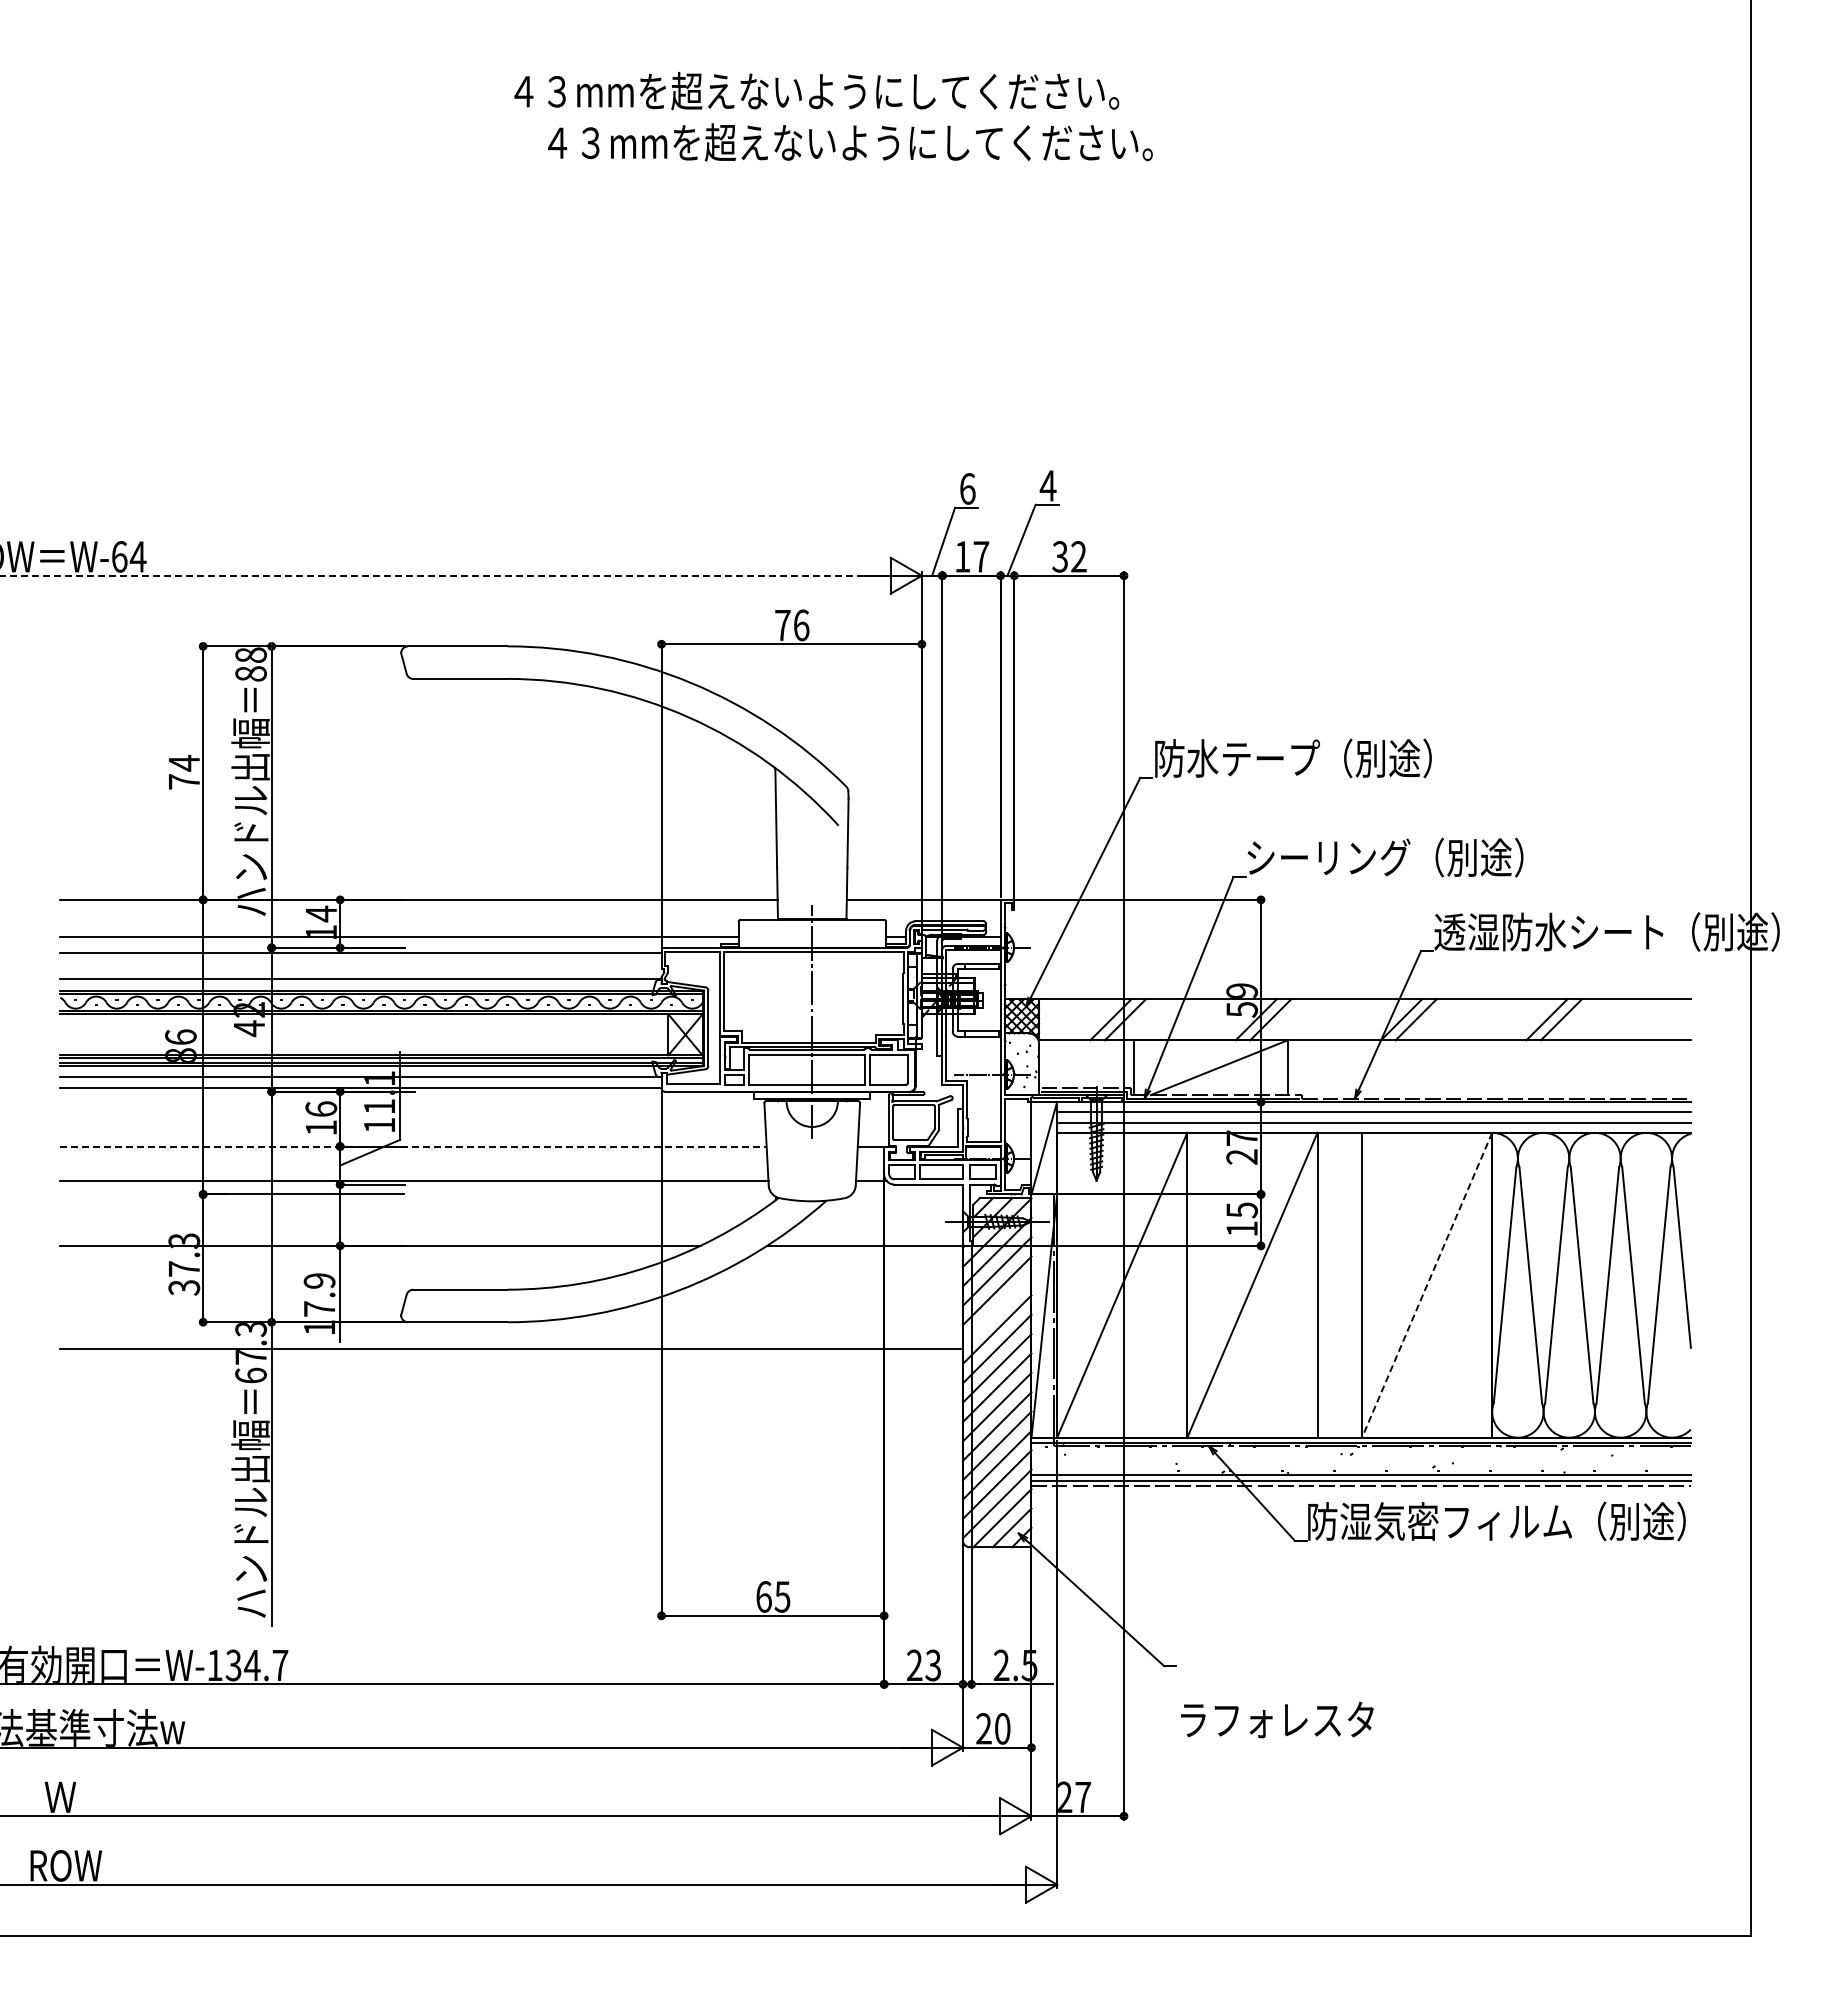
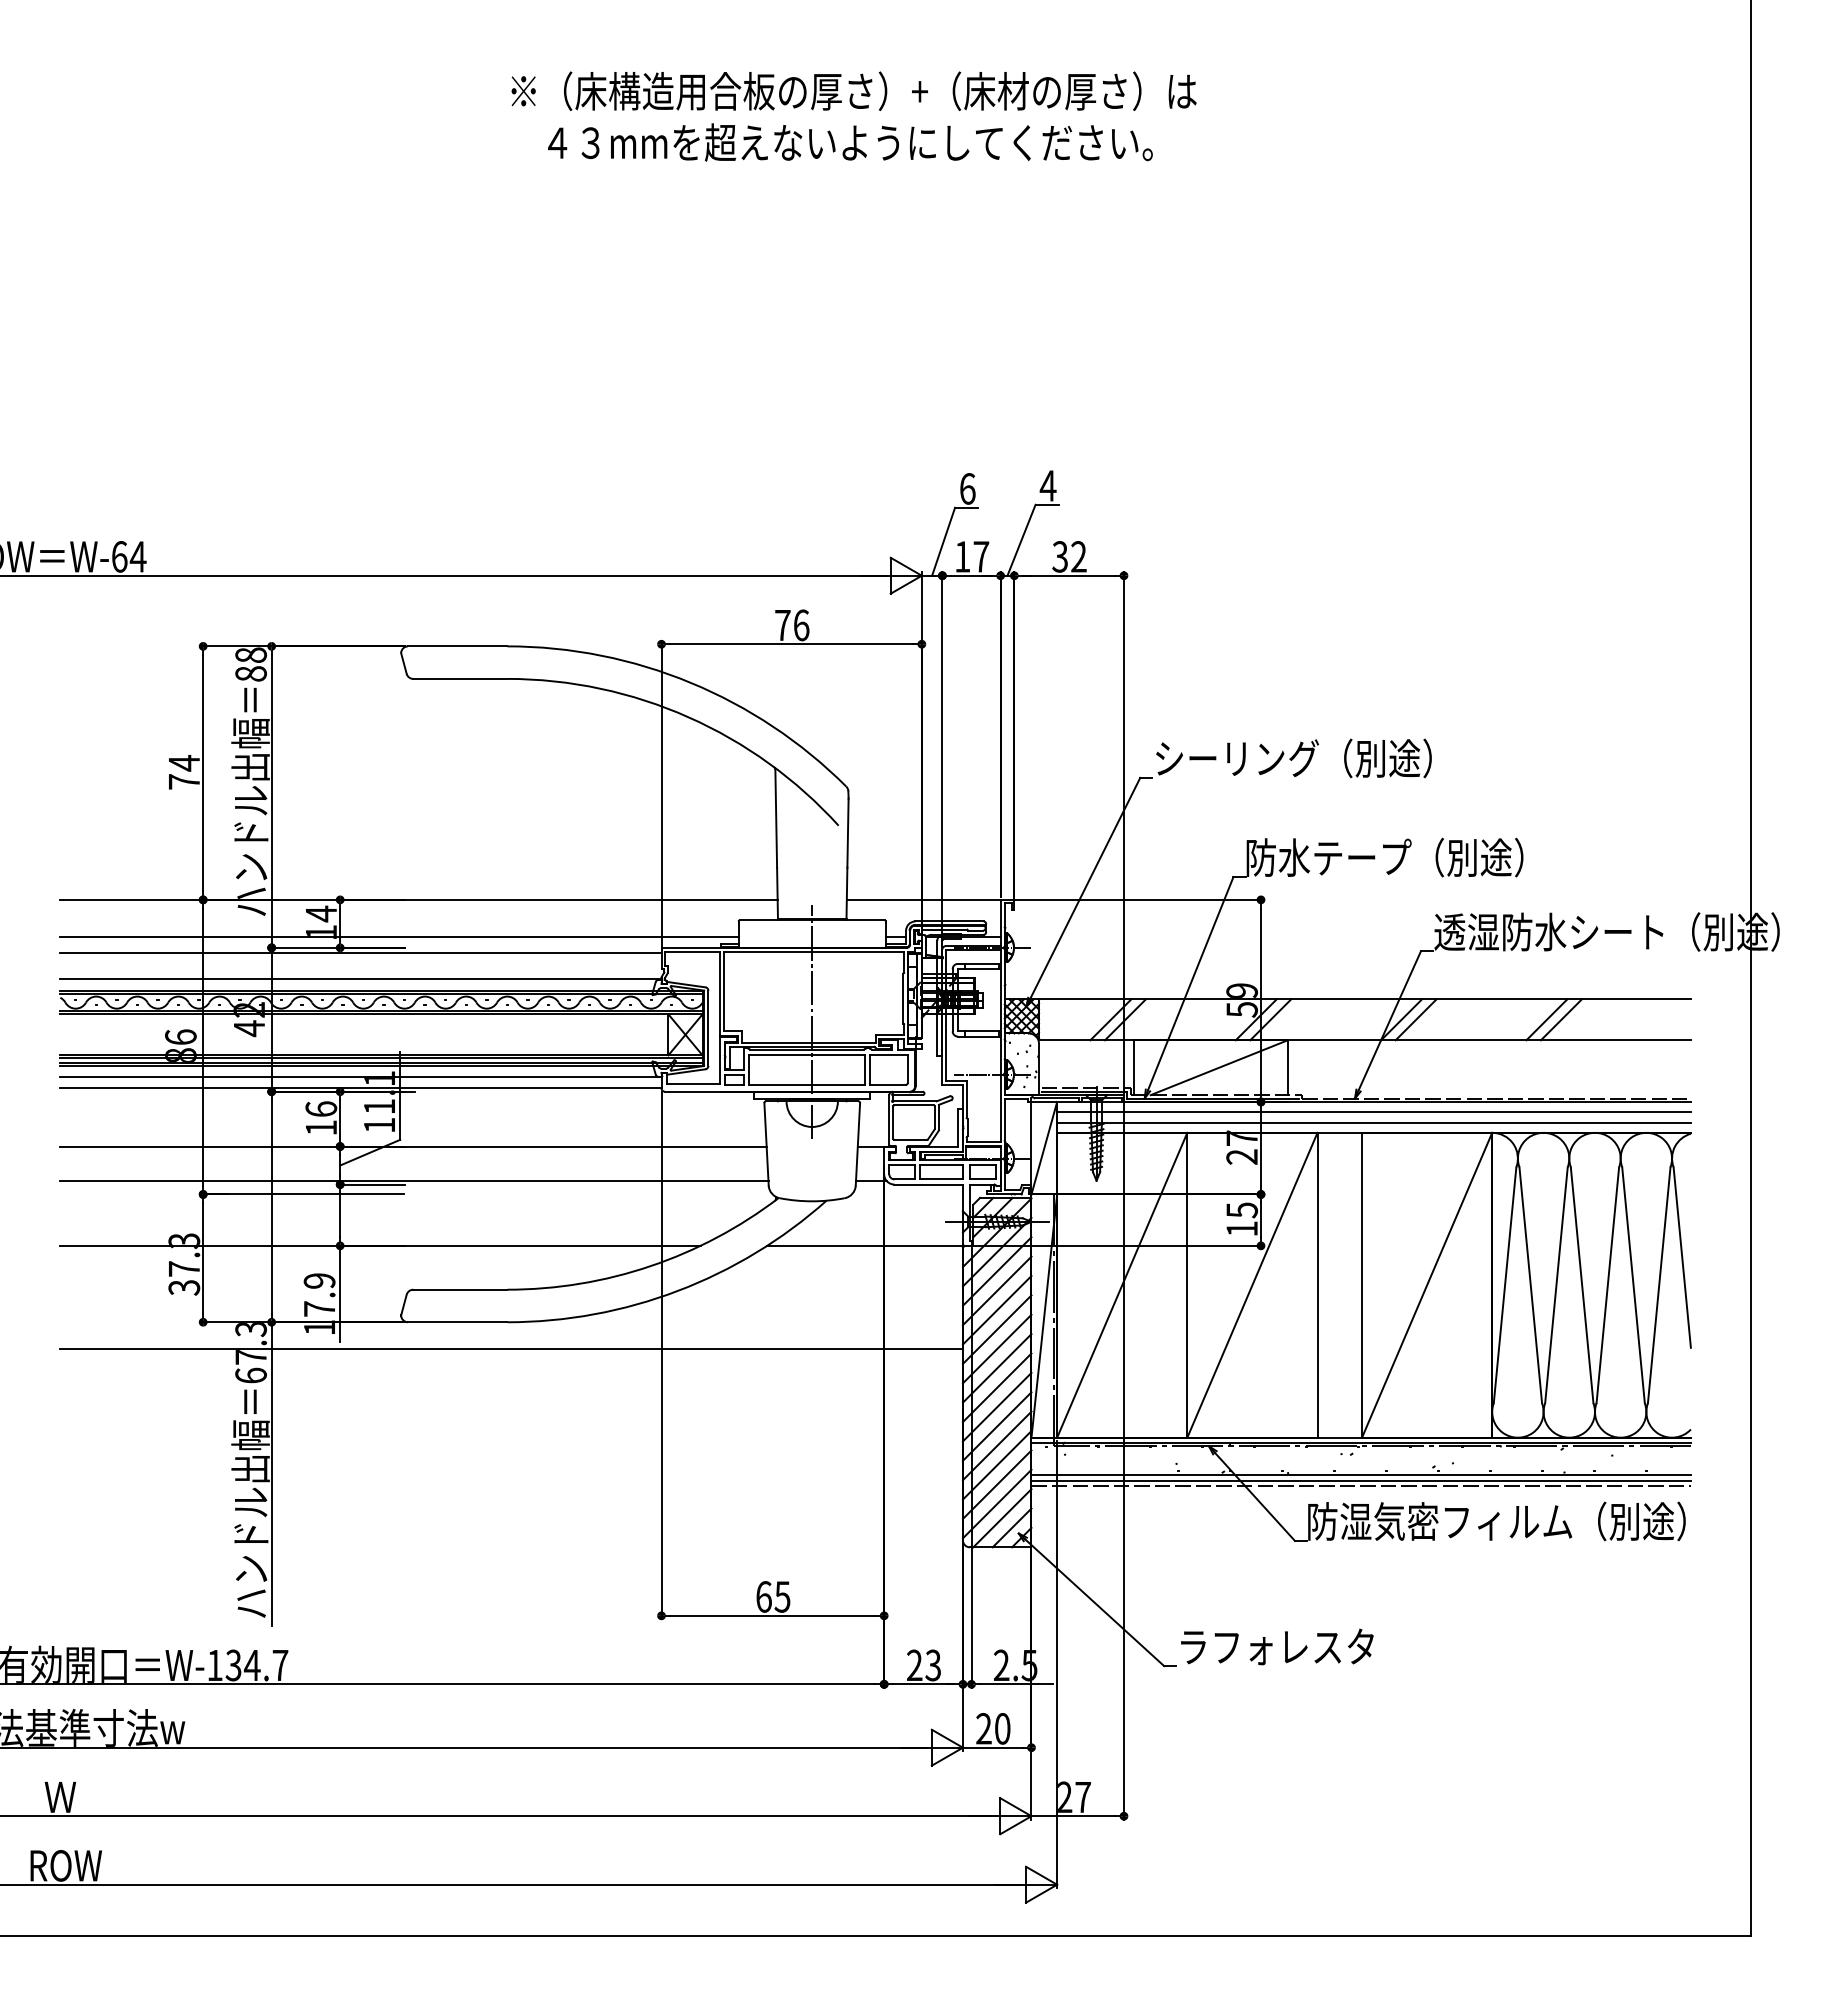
text at (853, 91): ４３mmを超えないようにしてください。 -> ※（床構造用合板の厚さ）+（床材の厚さ）は
line at (443, 575): dashed -> solid
text at (1237, 758): 防水テープ（別途） -> シーリング（別途）
text at (1328, 857): シーリング（別途） -> 防水テープ（別途）
line at (413, 1146): dashed -> solid
line at (1427, 1285): dashed -> solid
line at (996, 1310): none -> present
text at (1277, 1719) position: (1277, 1719) -> (1277, 1646)
